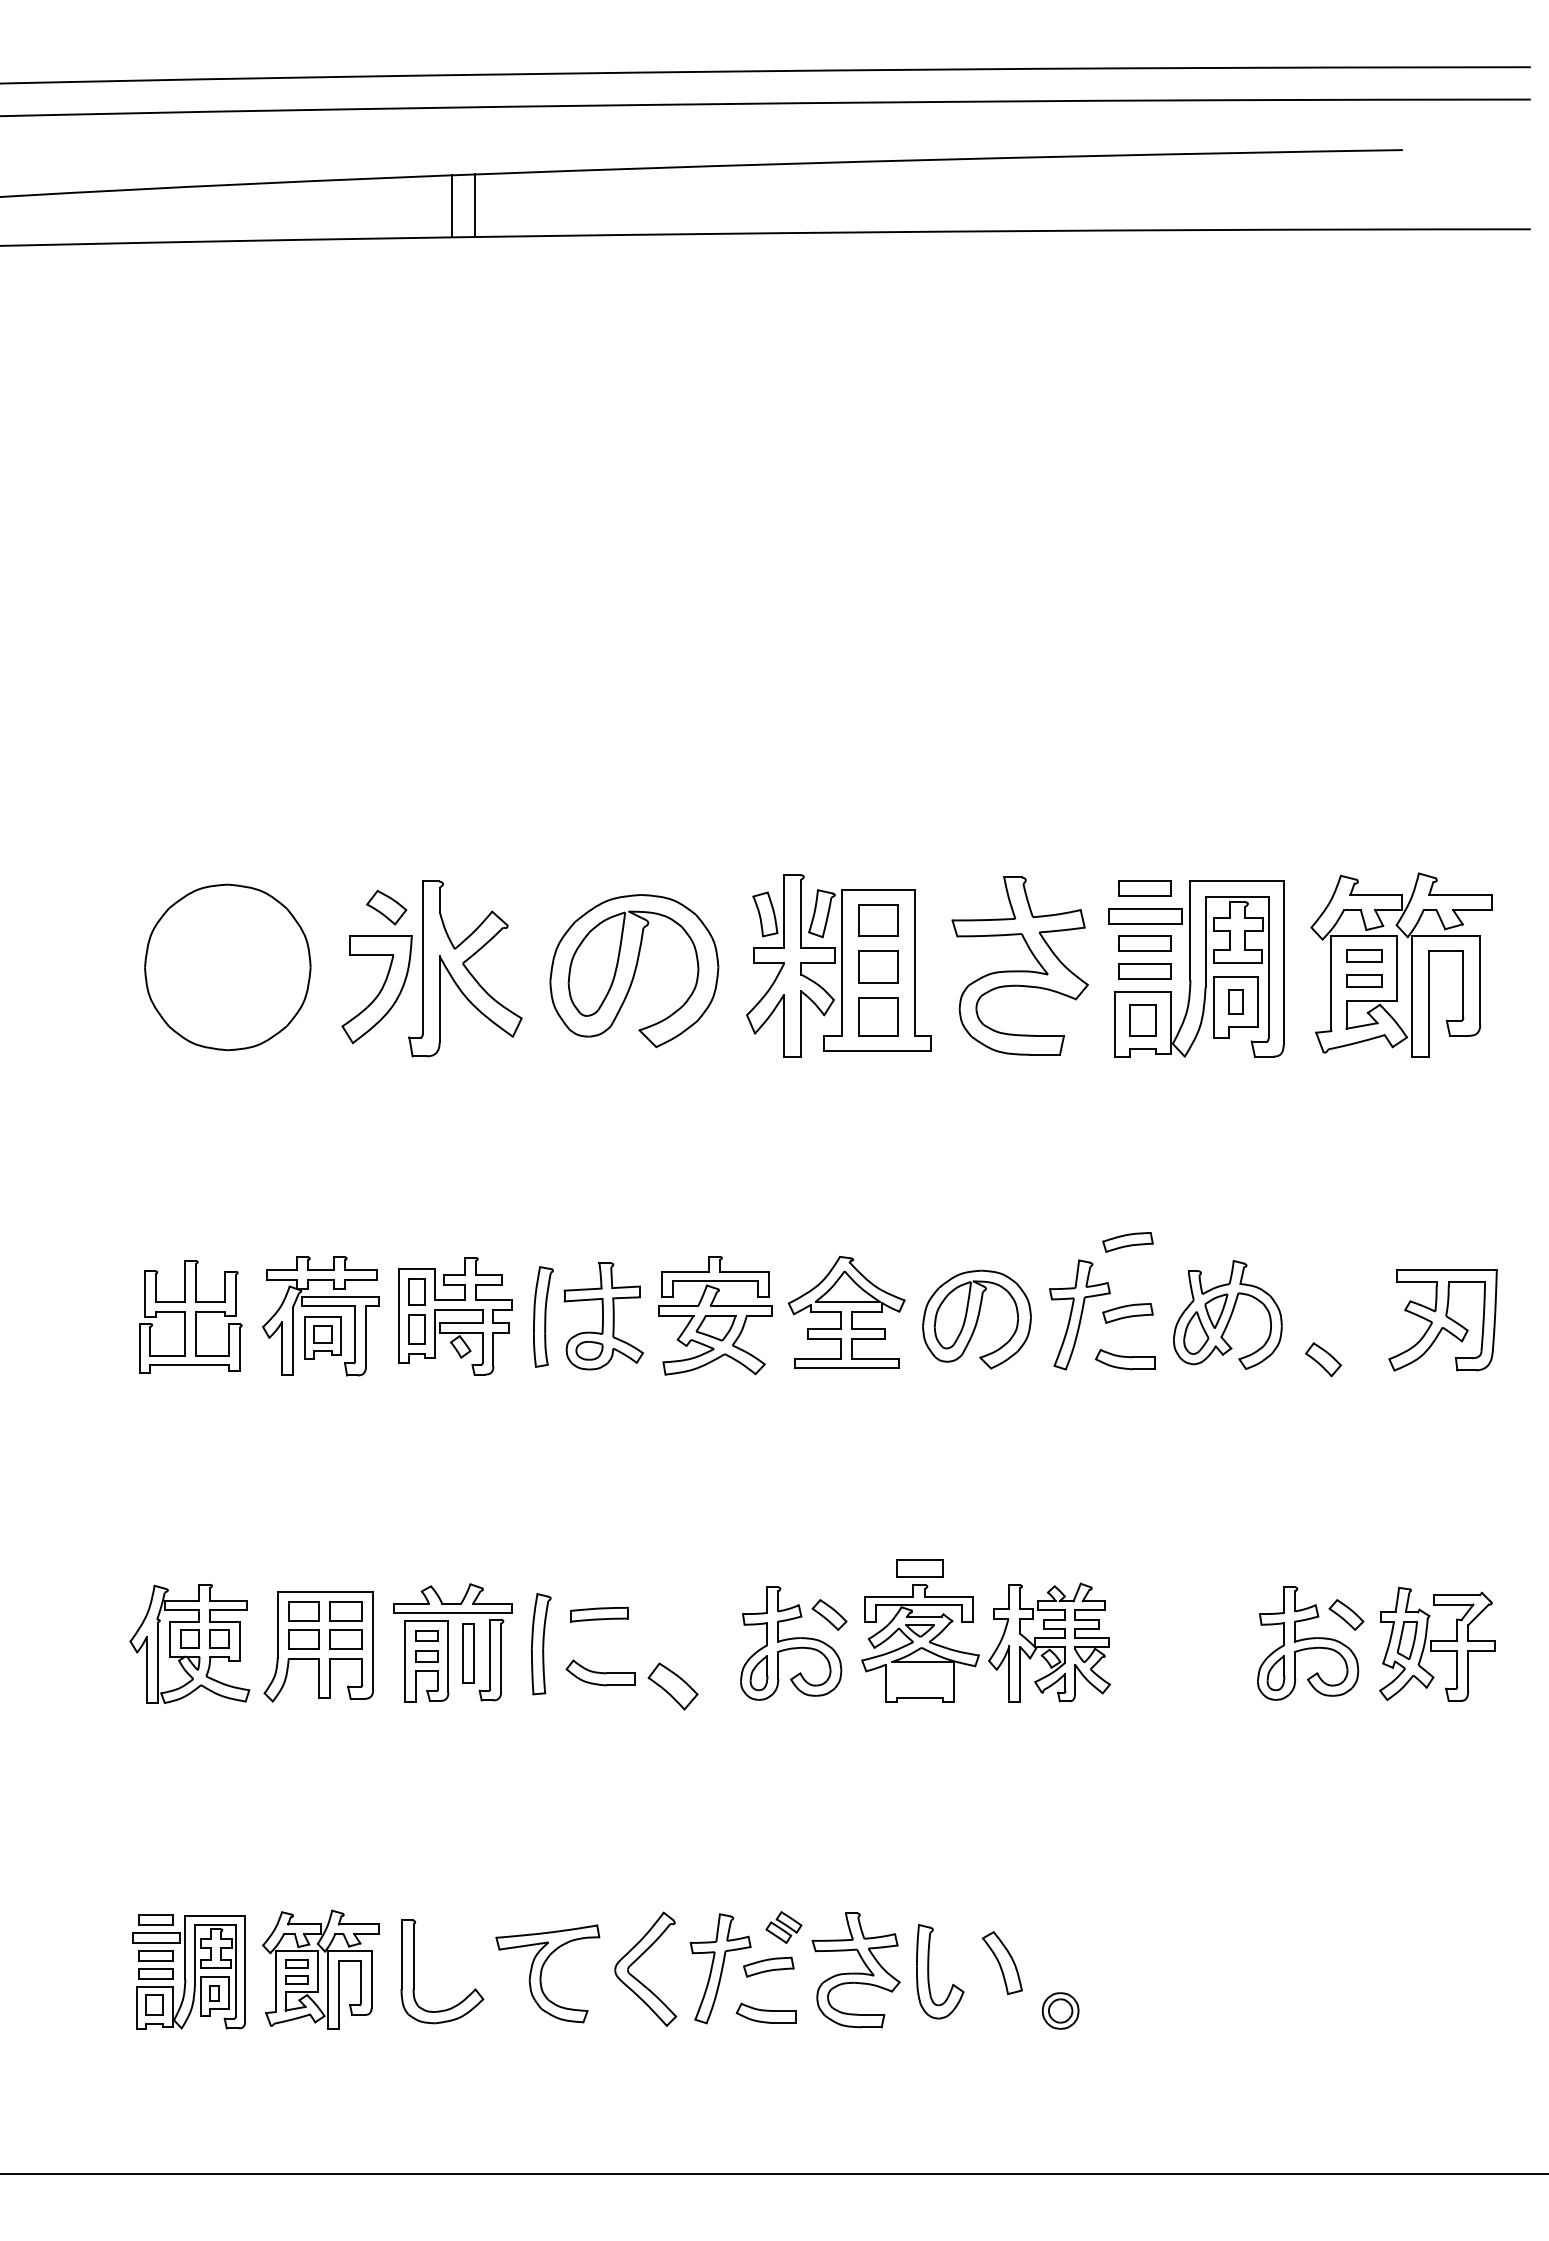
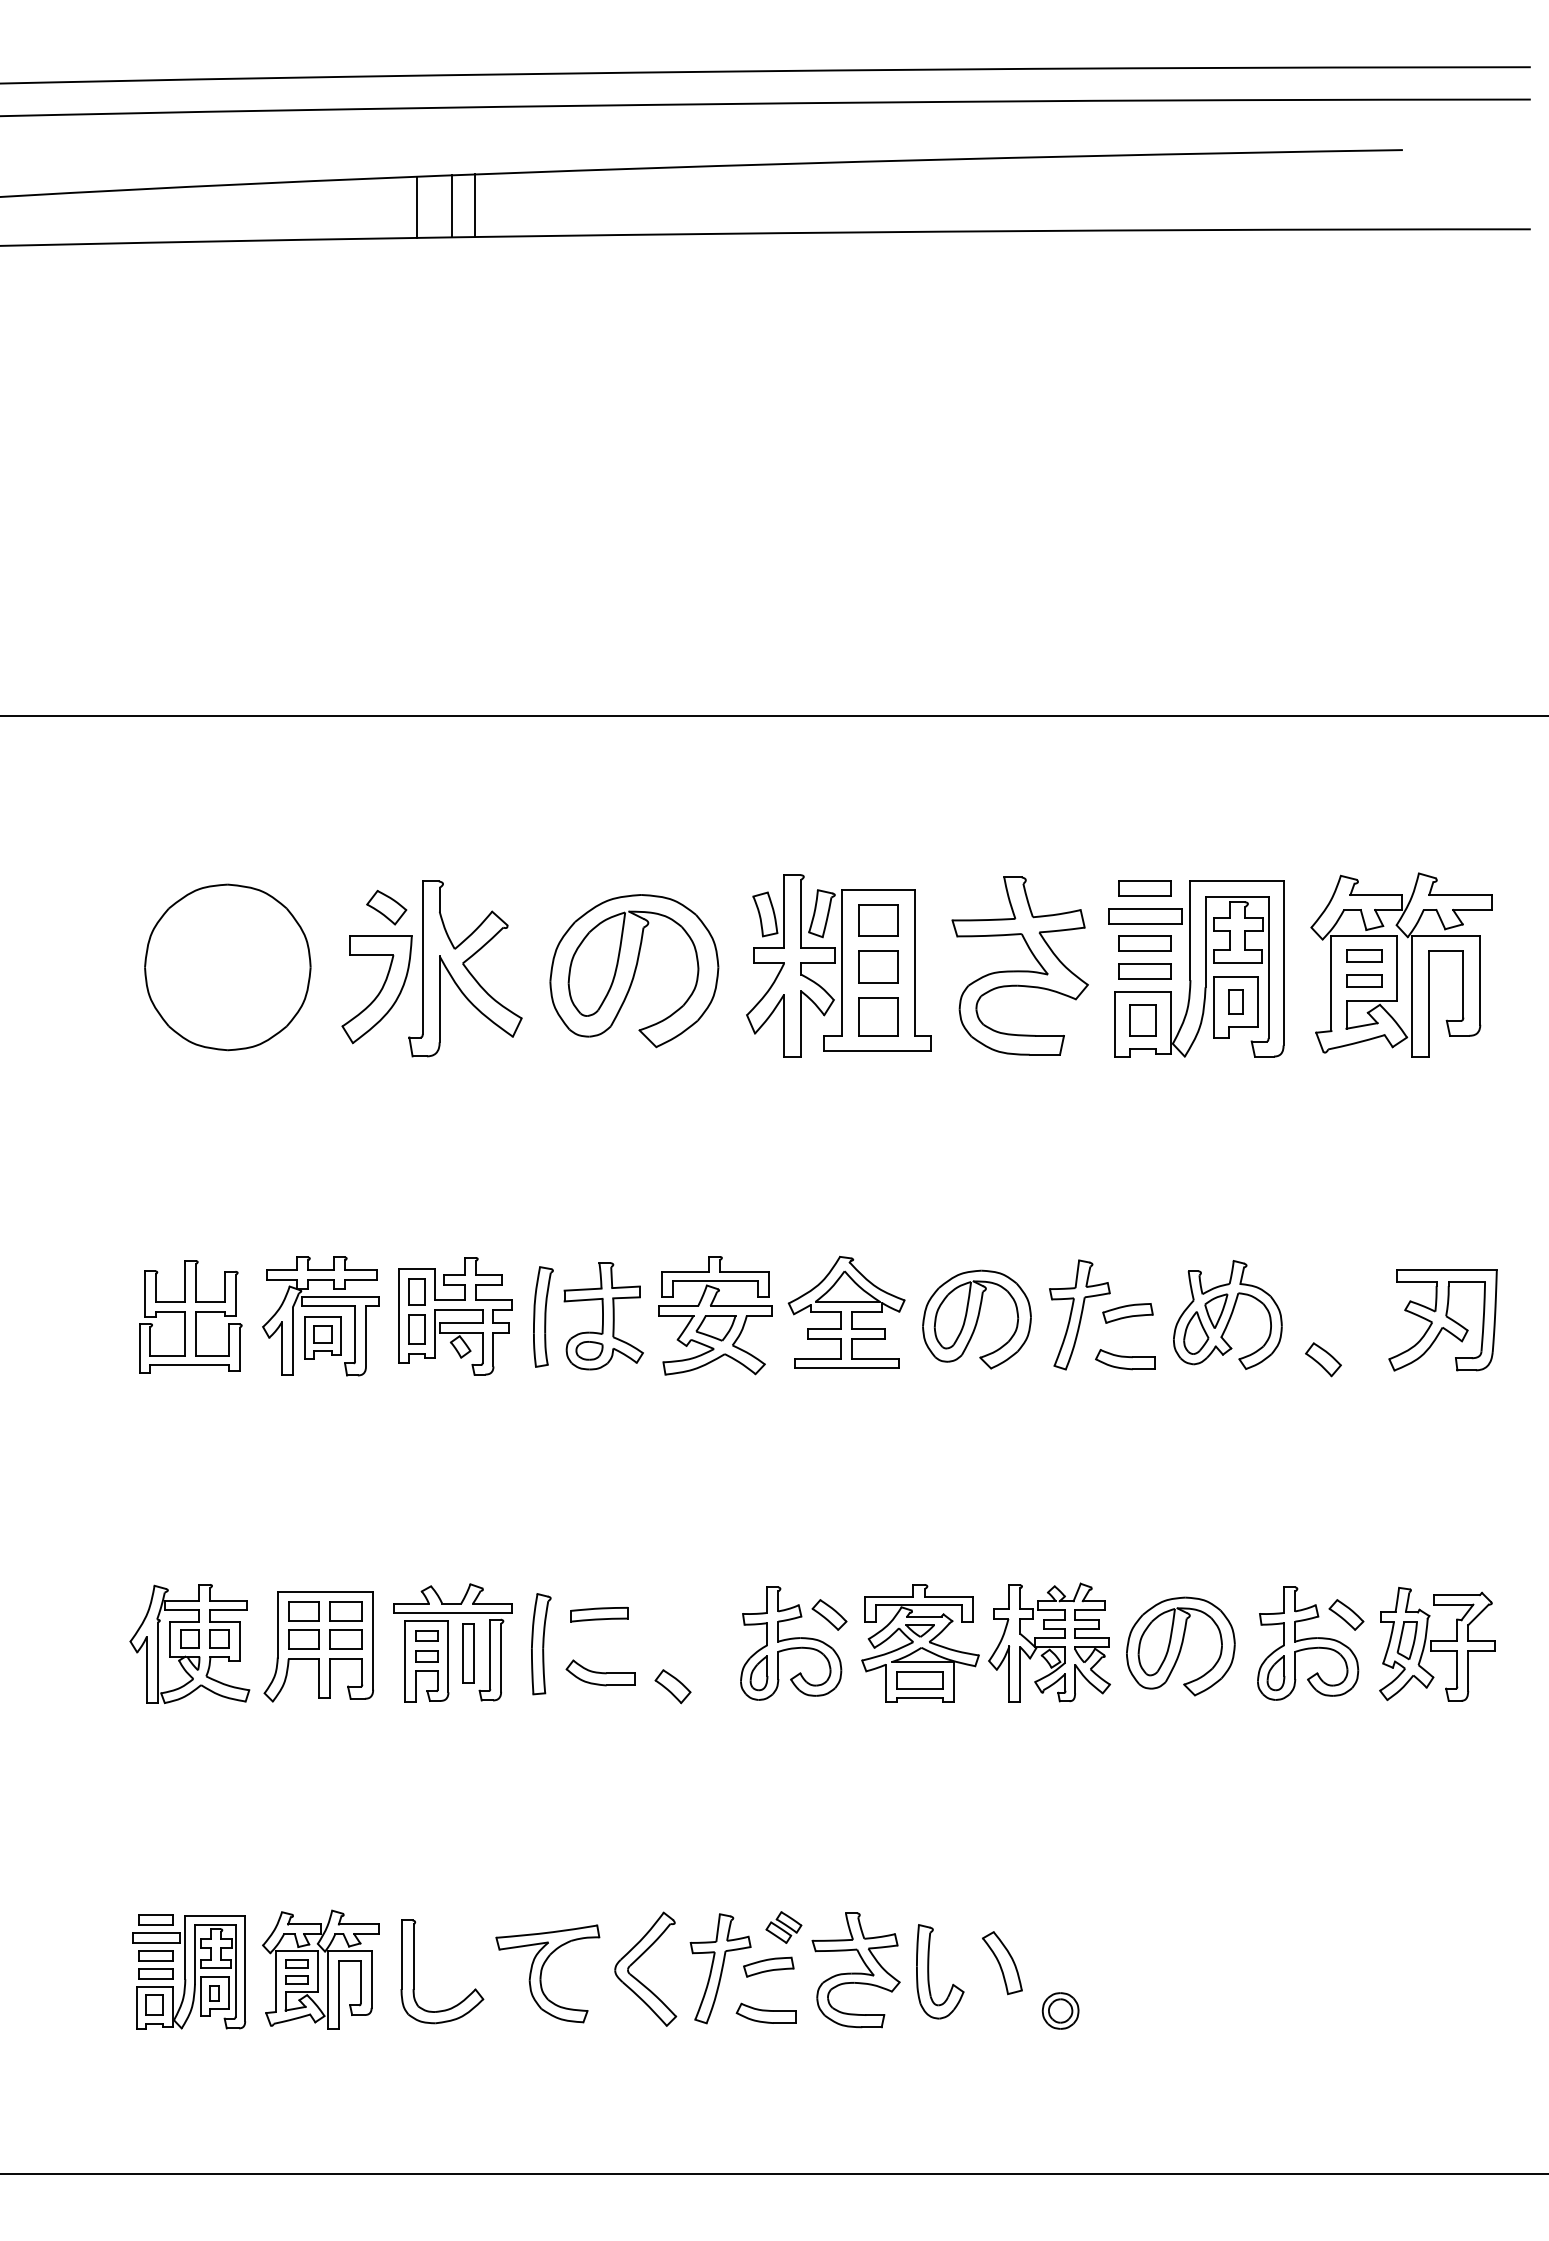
line at (417, 206): none -> present
line at (773, 715): none -> present
part at (1127, 1242): present -> none
part at (919, 1568) position: (919, 1568) -> (919, 1680)
part at (1180, 1646): none -> present
part at (672, 1686) size: 52x49 px -> 38x36 px
